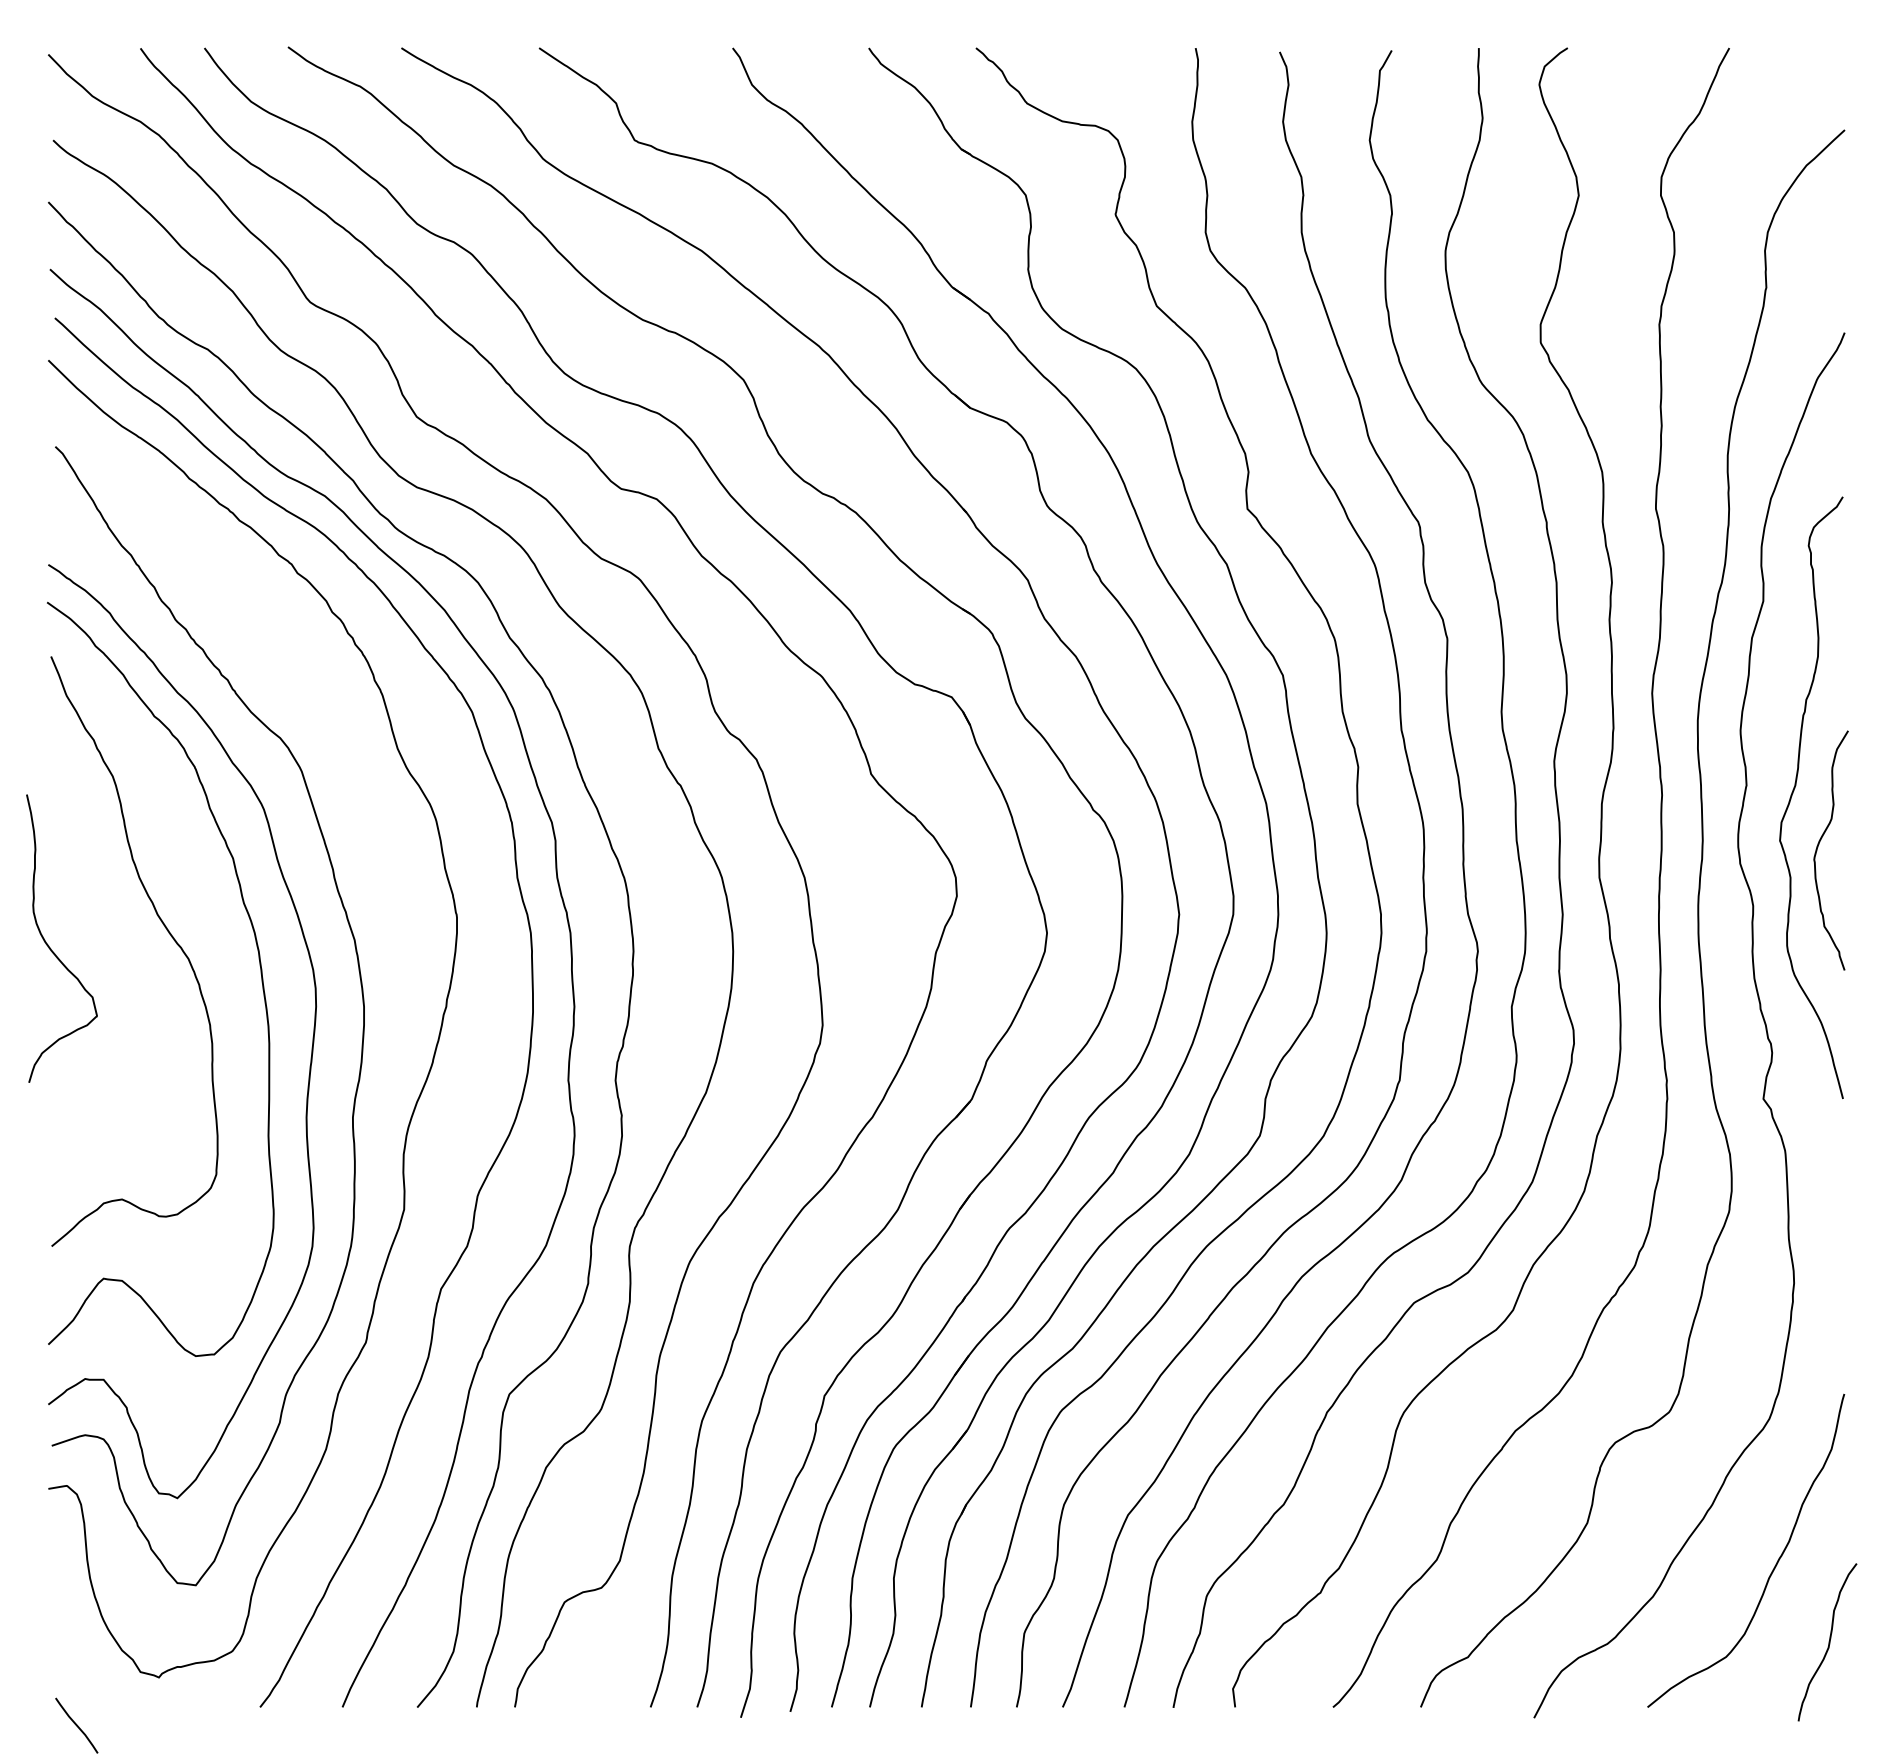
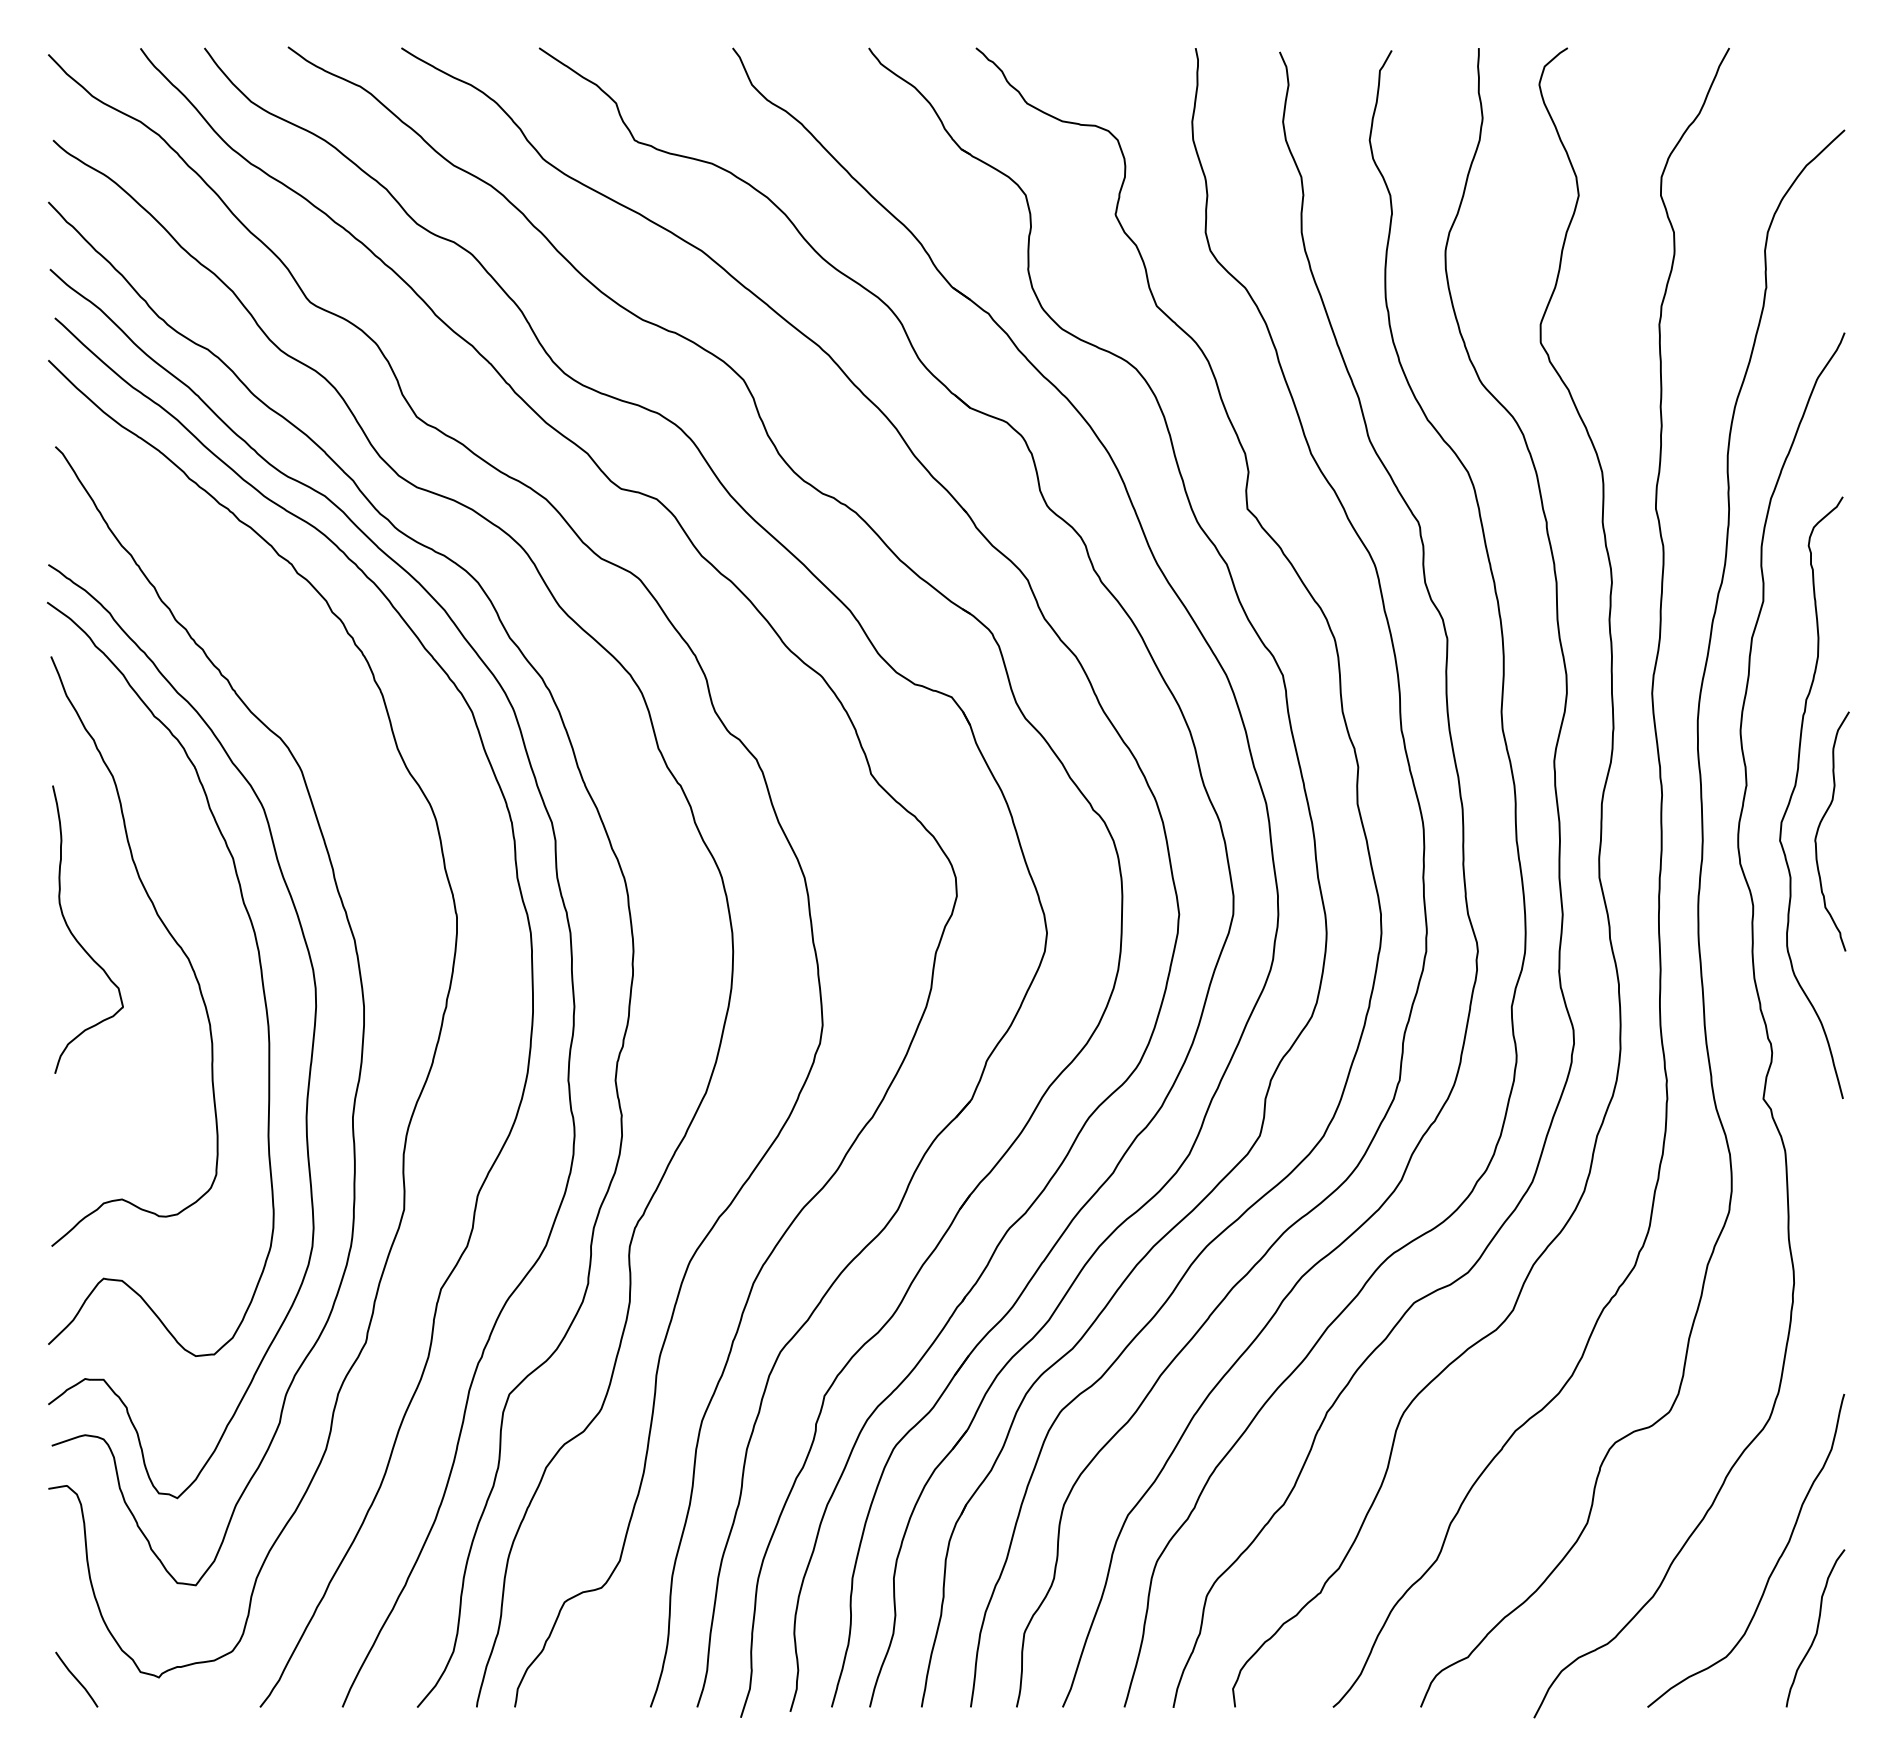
curve at (1818, 847) position: (1818, 847) -> (1819, 828)
curve at (51, 948) position: (51, 948) -> (77, 939)
curve at (1828, 1642) position: (1828, 1642) -> (1816, 1628)
curve at (76, 1725) position: (76, 1725) -> (76, 1679)
